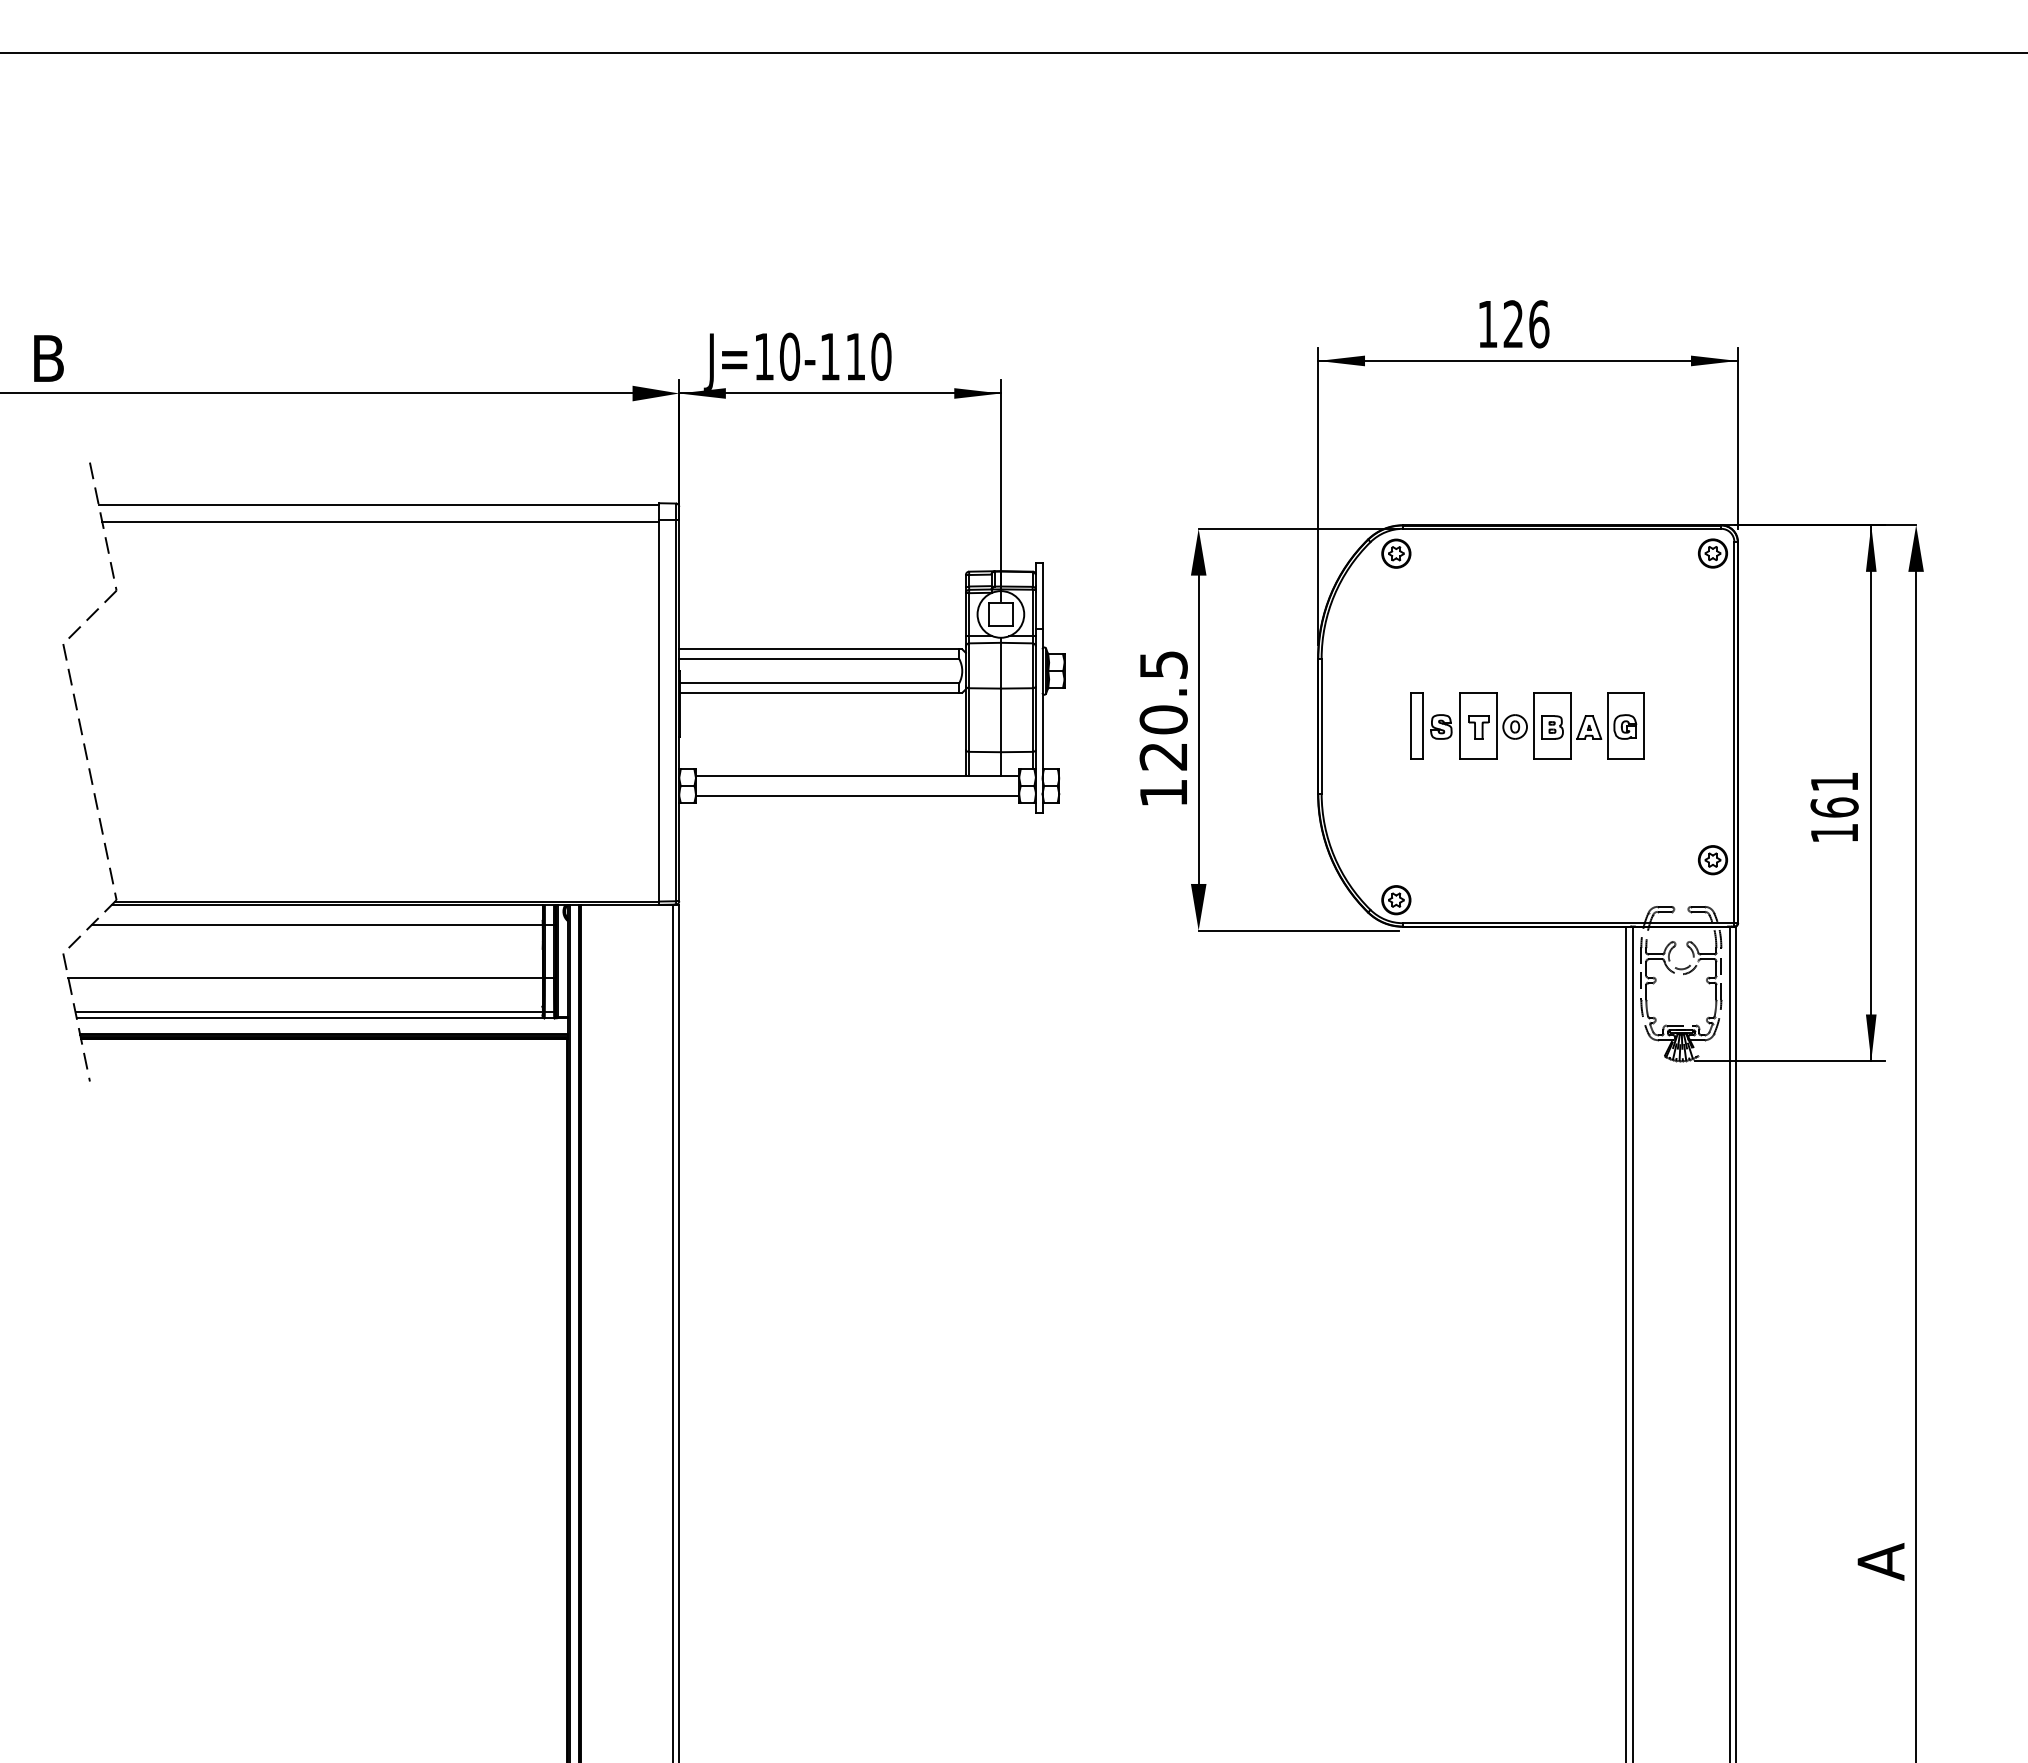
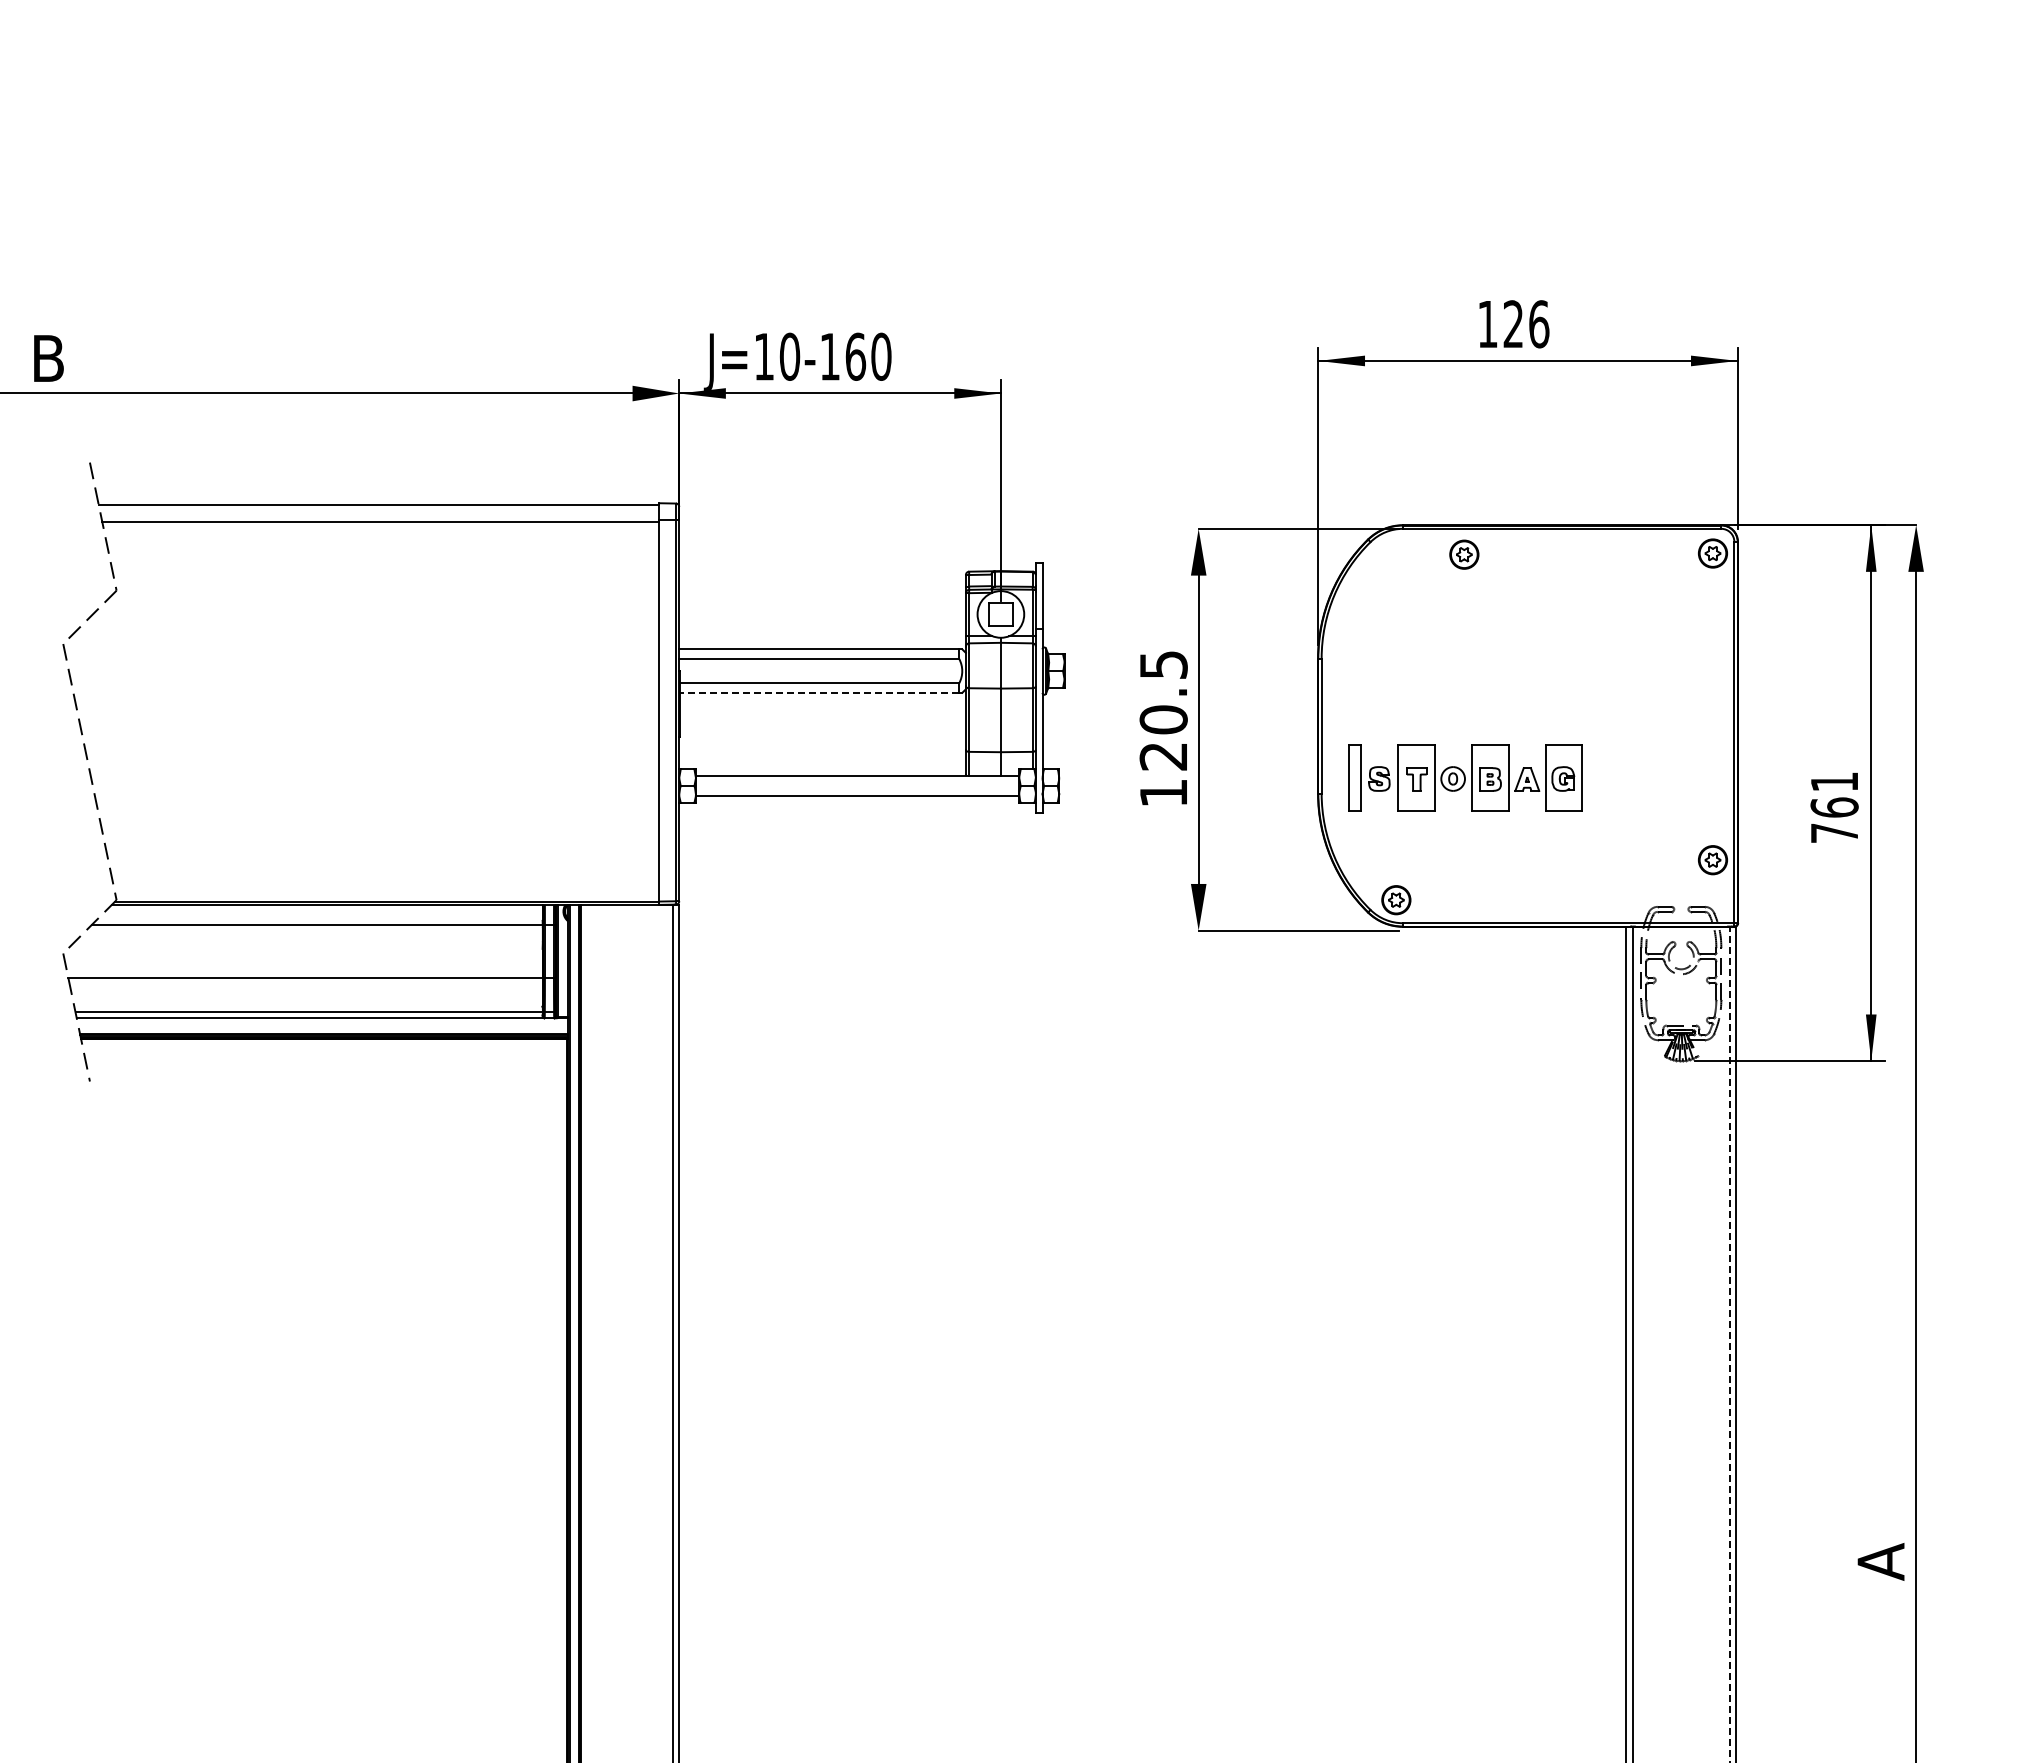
line at (1013, 53): present -> none
text at (855, 356): J=10-110 -> J=10-160
part at (1396, 553) position: (1396, 553) -> (1464, 554)
line at (819, 692): solid -> dashed
part at (1527, 725) position: (1527, 725) -> (1465, 777)
text at (1834, 832): 161 -> 761
line at (1729, 1344): solid -> dashed
